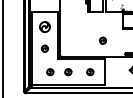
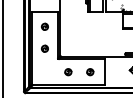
part at (44, 26) size: 12x12 px -> 8x9 px
part at (102, 40): present -> none
part at (50, 72): present -> none
